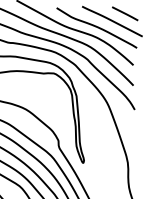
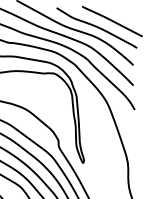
line at (125, 13): present -> none
